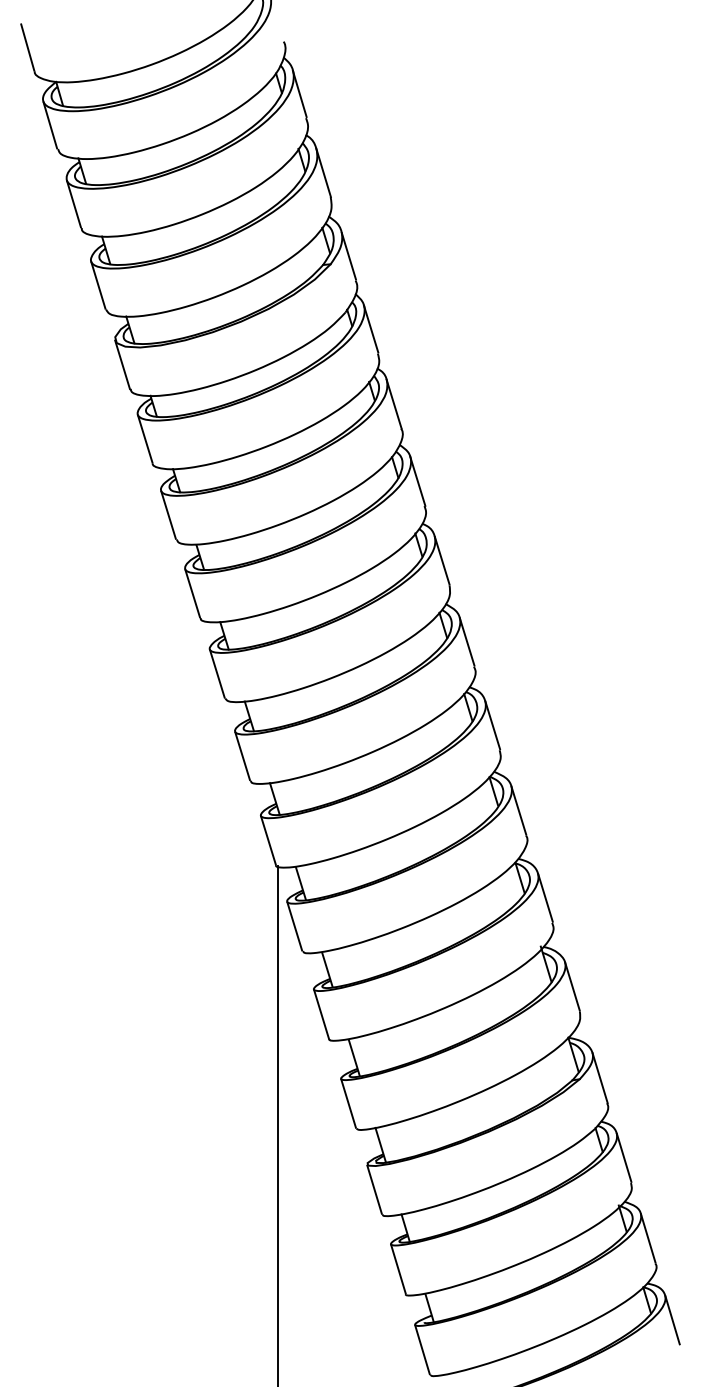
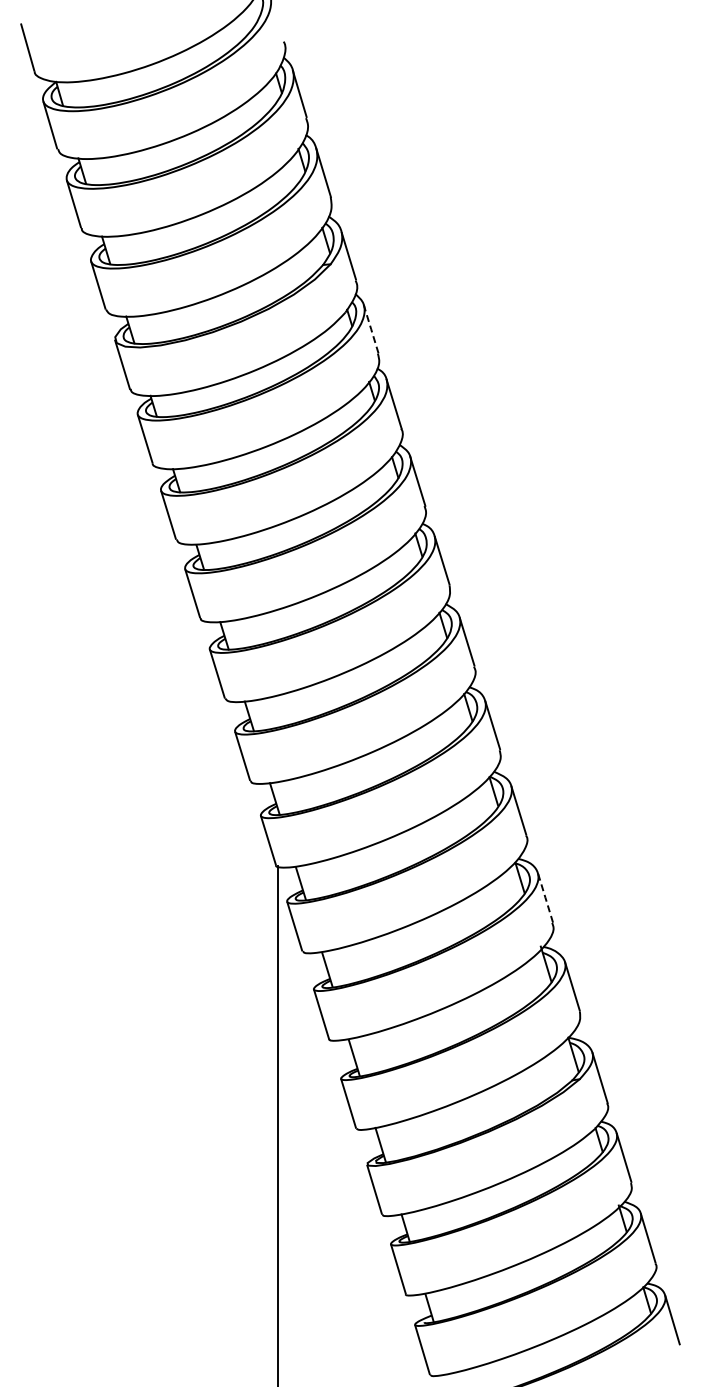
line at (371, 329): solid -> dashed
line at (545, 897): solid -> dashed
